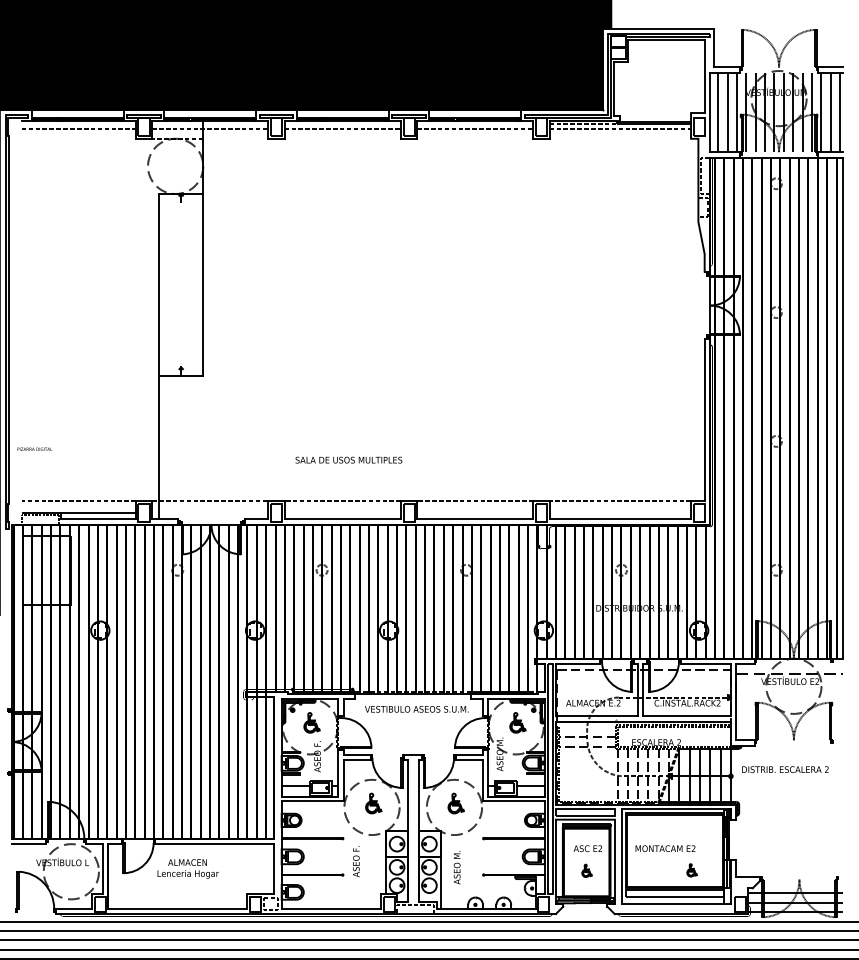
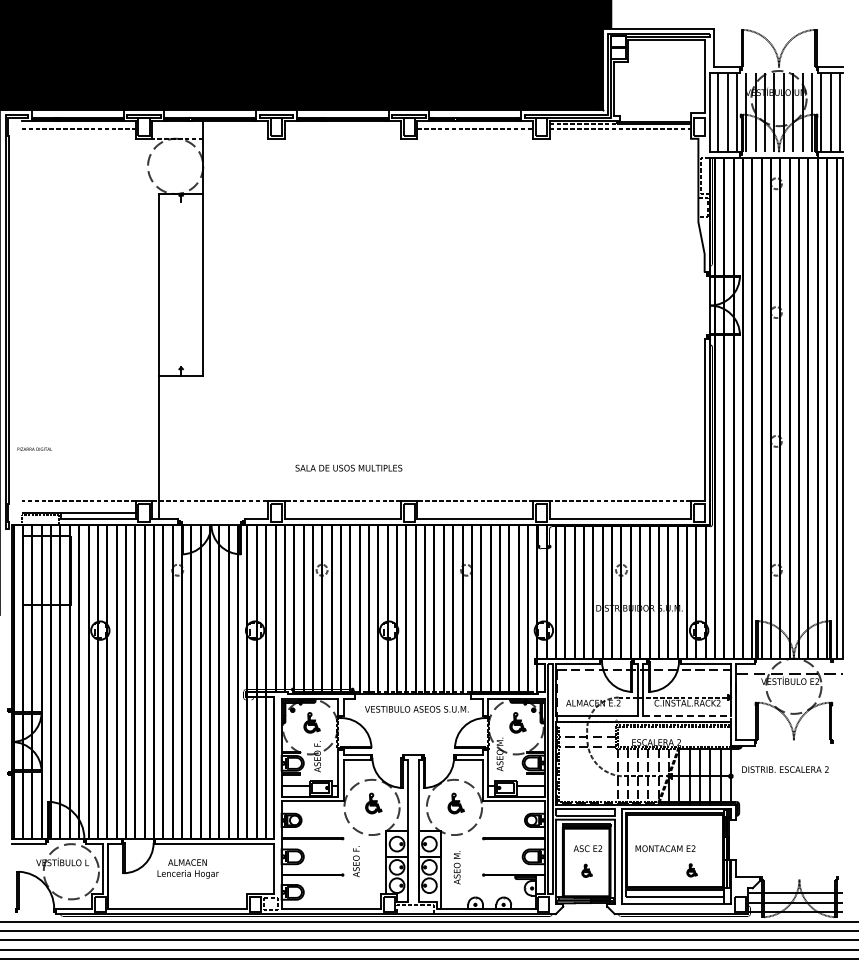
line at (210, 128): present -> none
line at (342, 128): present -> none
text at (348, 459) position: (348, 459) -> (348, 467)
line at (687, 716): solid -> dashed
